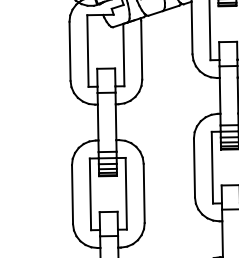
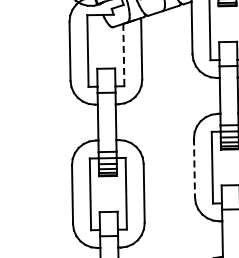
line at (123, 55): solid -> dashed
line at (194, 168): solid -> dashed
